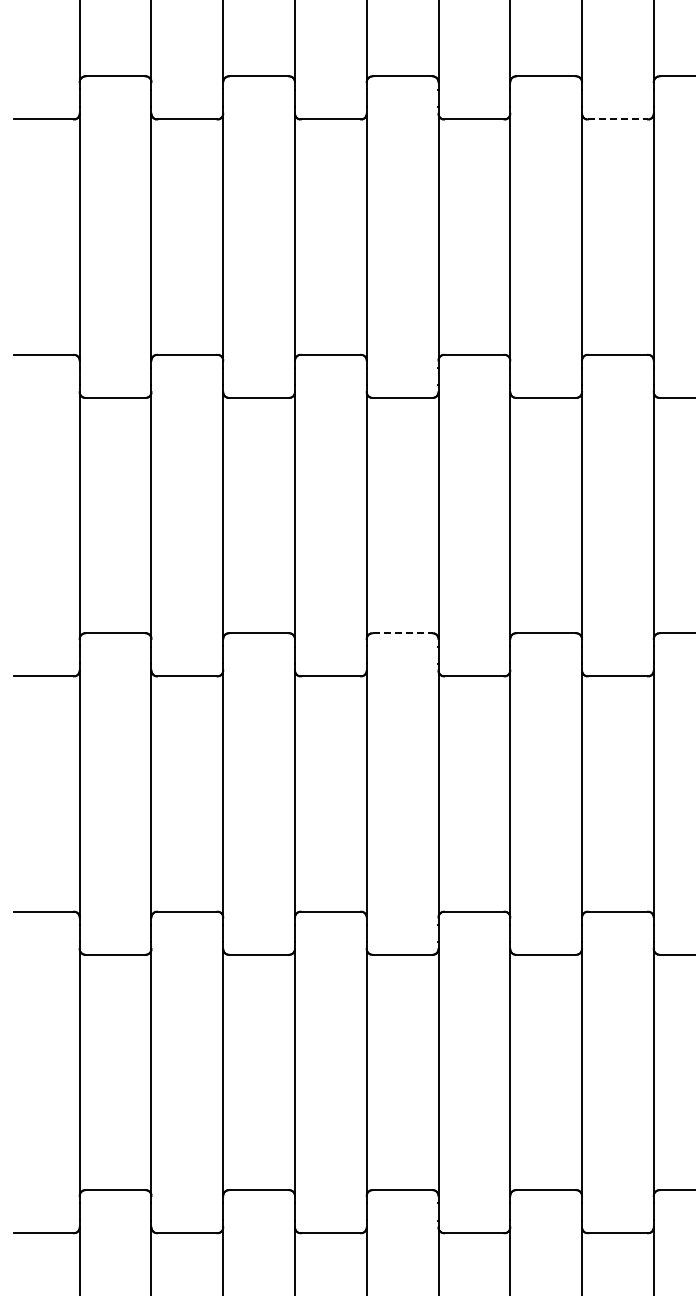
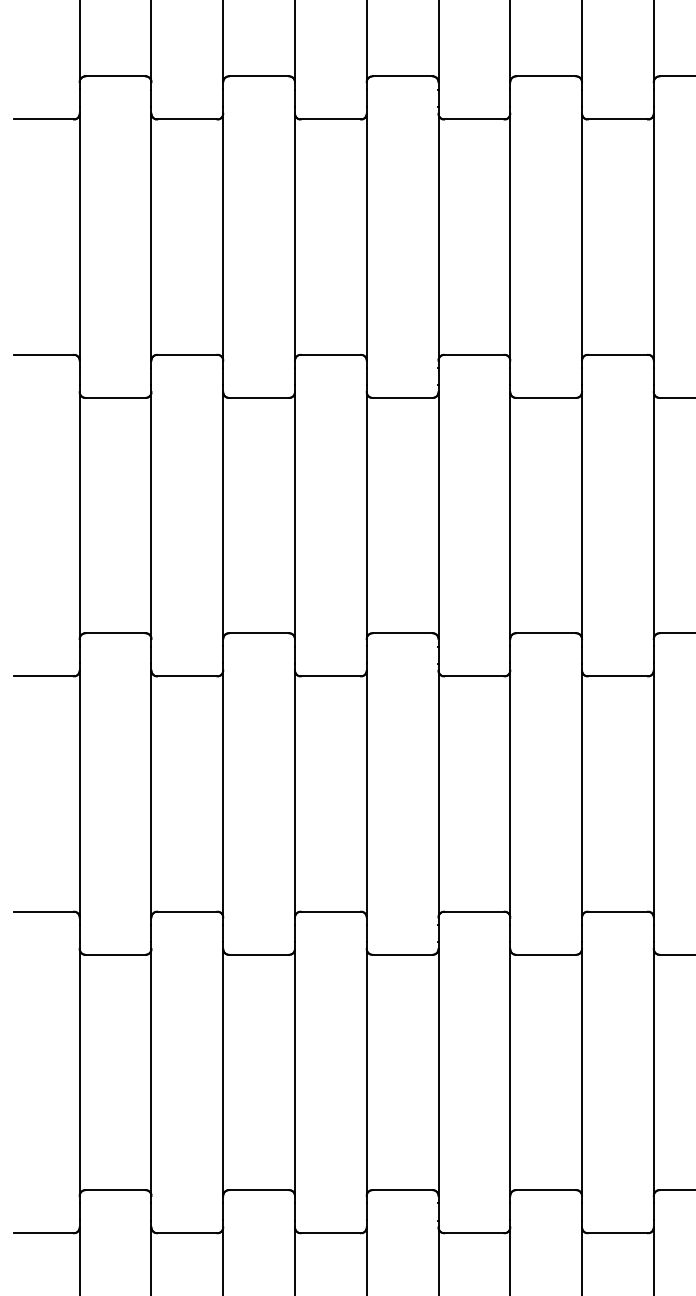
line at (618, 119): dashed -> solid
line at (403, 633): dashed -> solid
